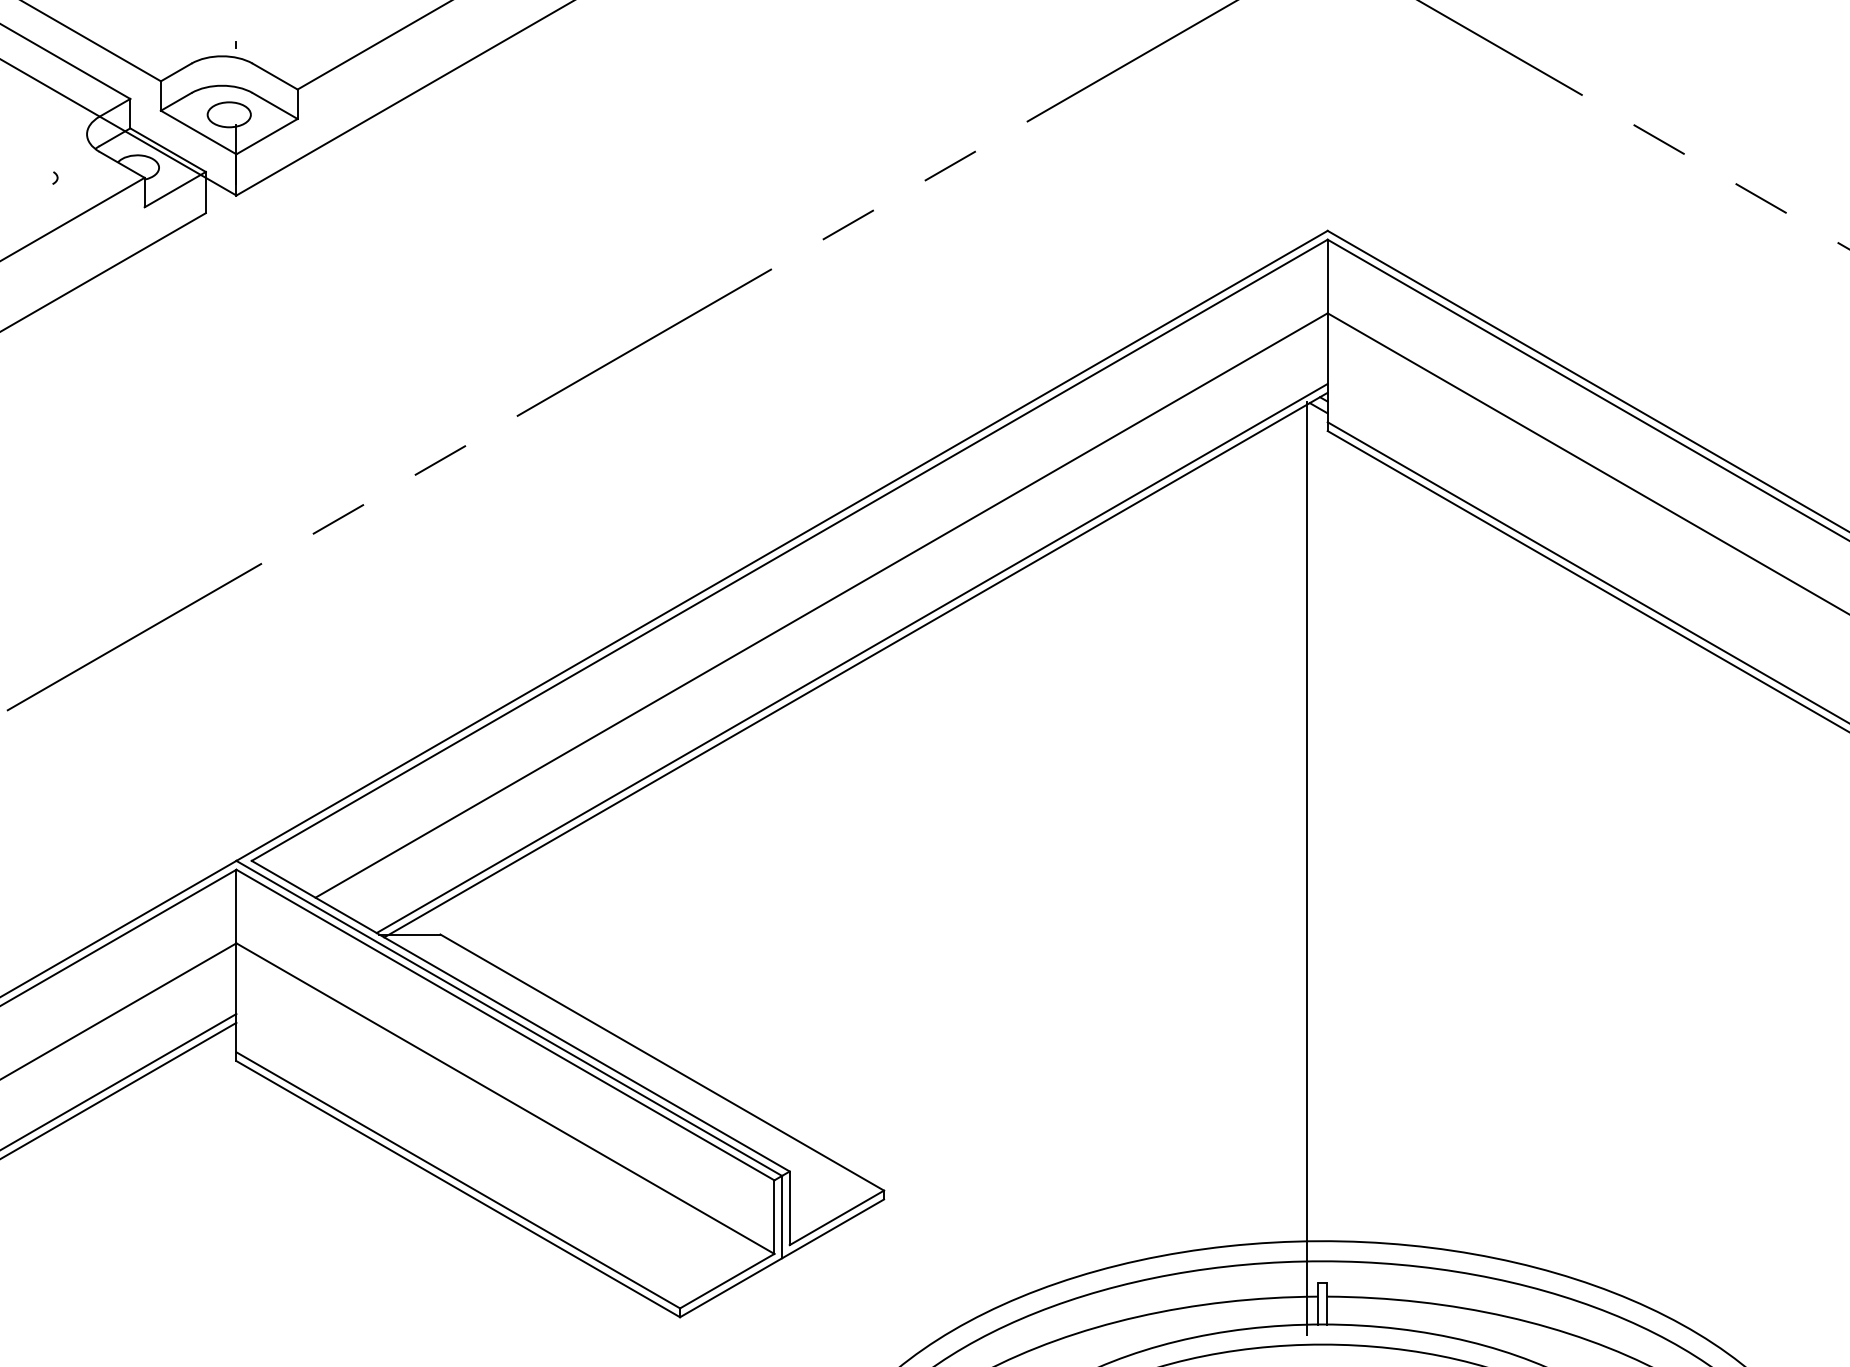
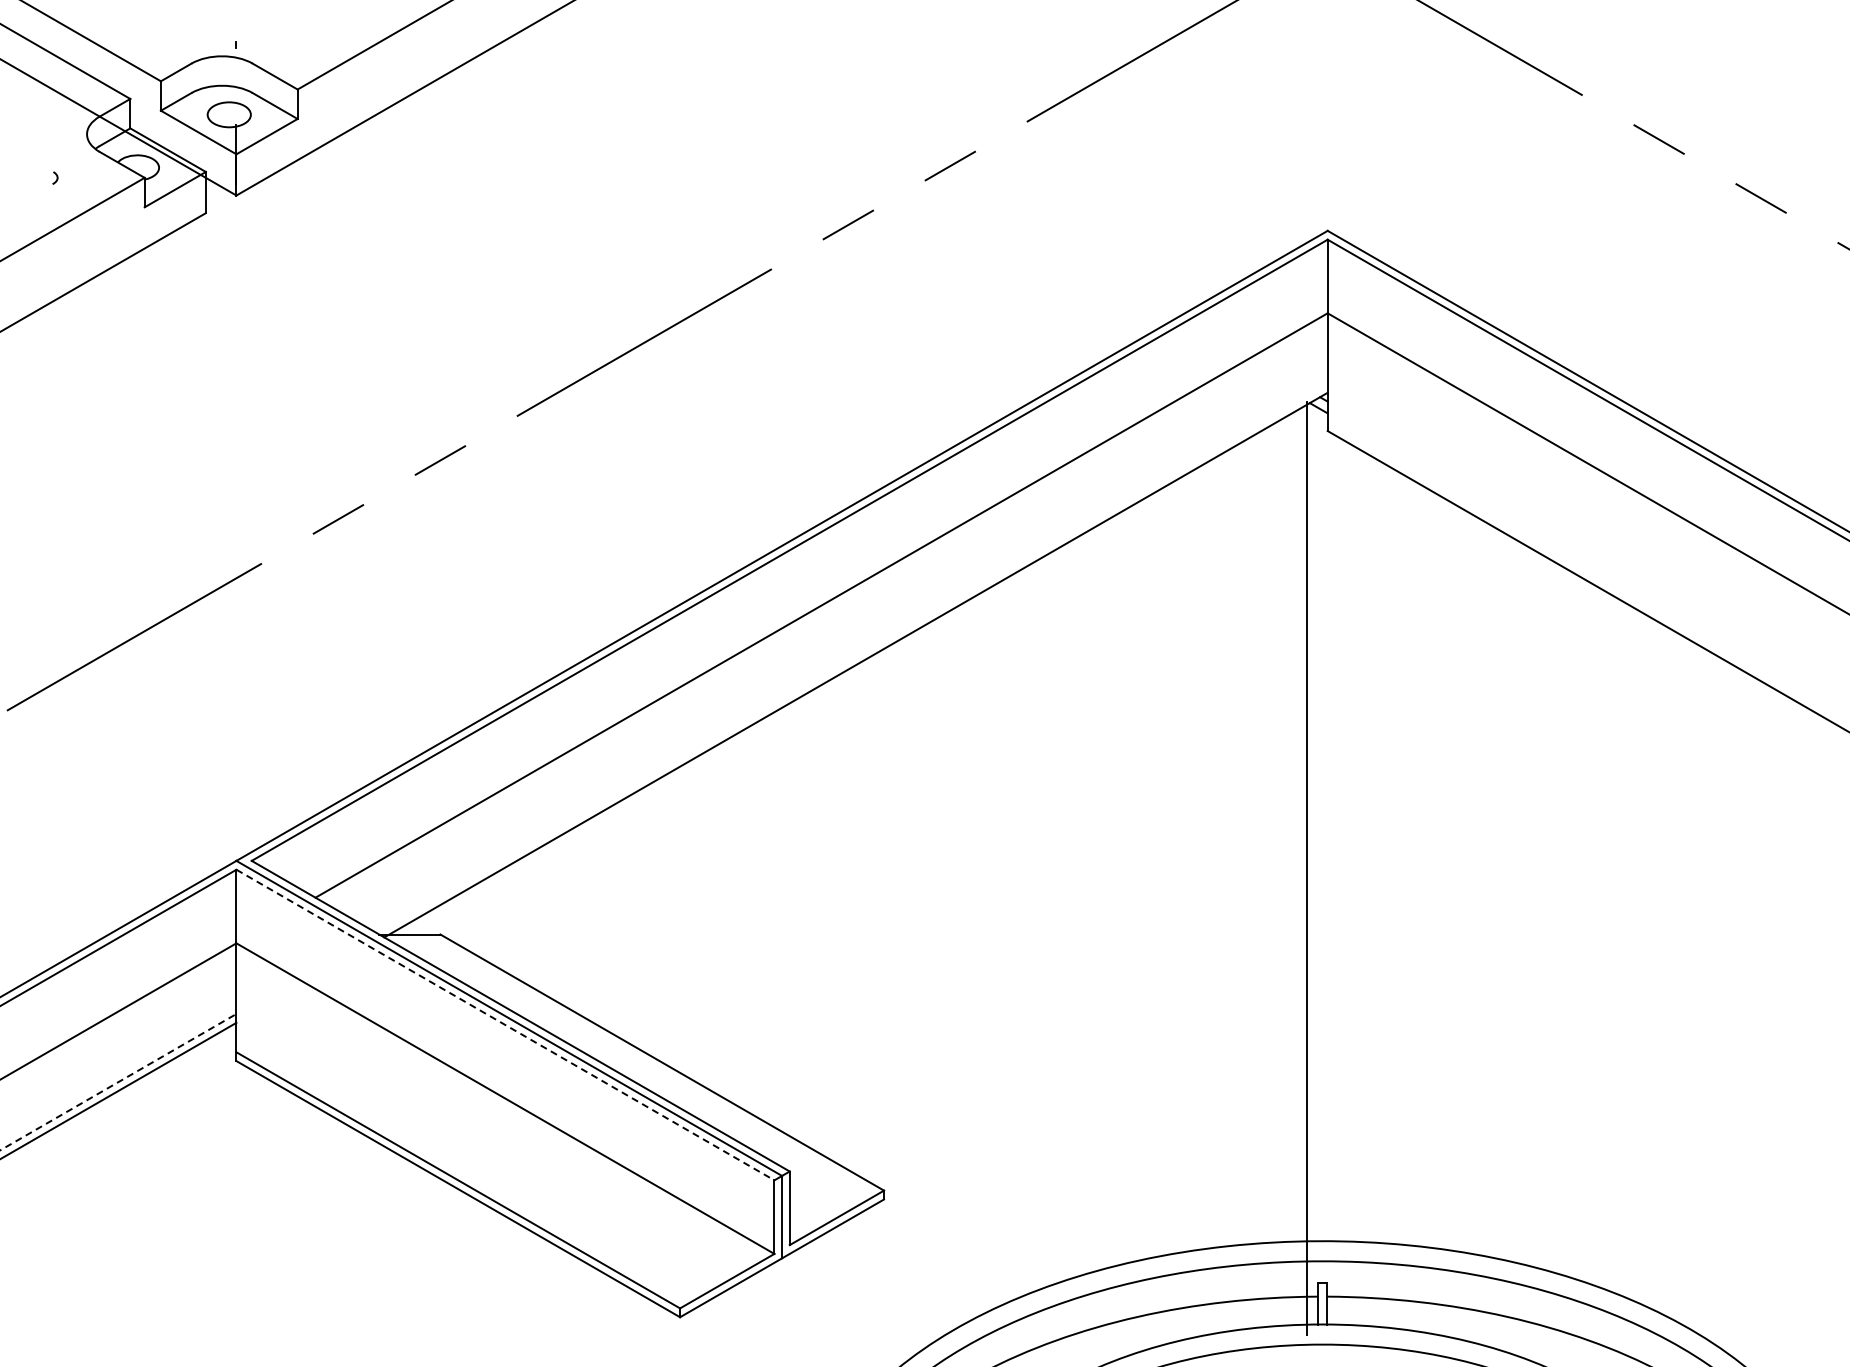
line at (1586, 571): present -> none
line at (851, 658): present -> none
line at (505, 1025): solid -> dashed
line at (118, 1081): solid -> dashed
